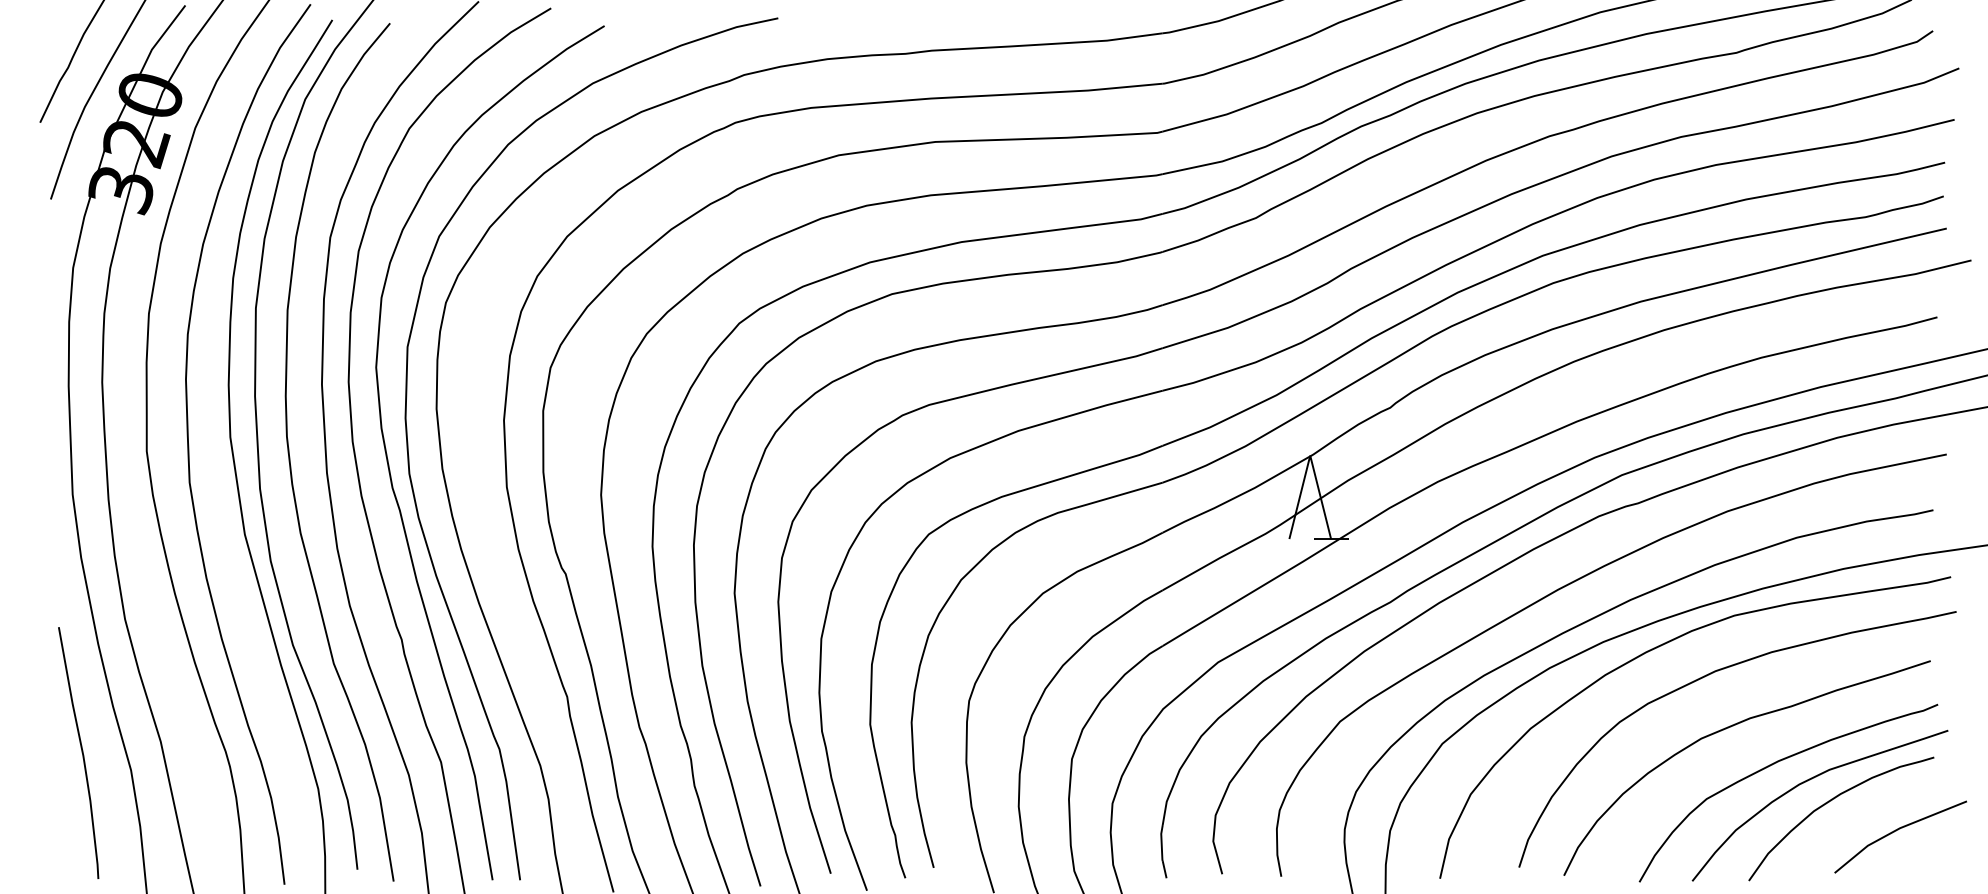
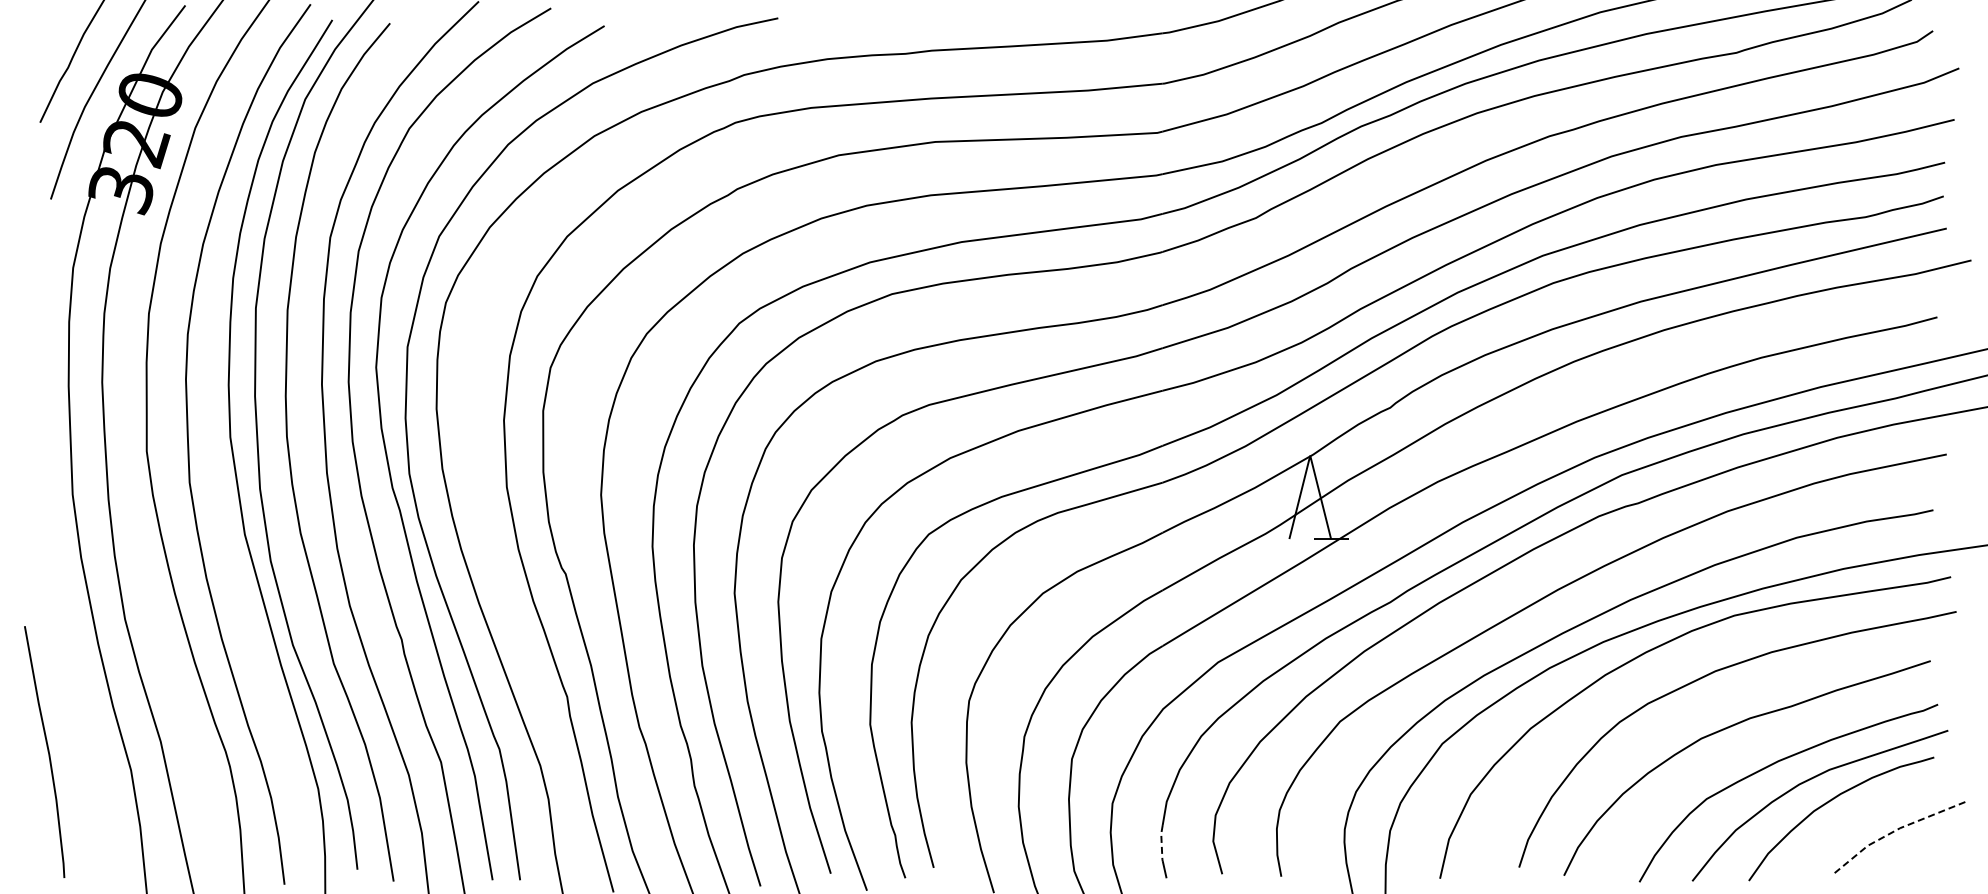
curve at (81, 752) position: (81, 752) -> (47, 751)
line at (1896, 830): solid -> dashed
line at (1161, 843): solid -> dashed
